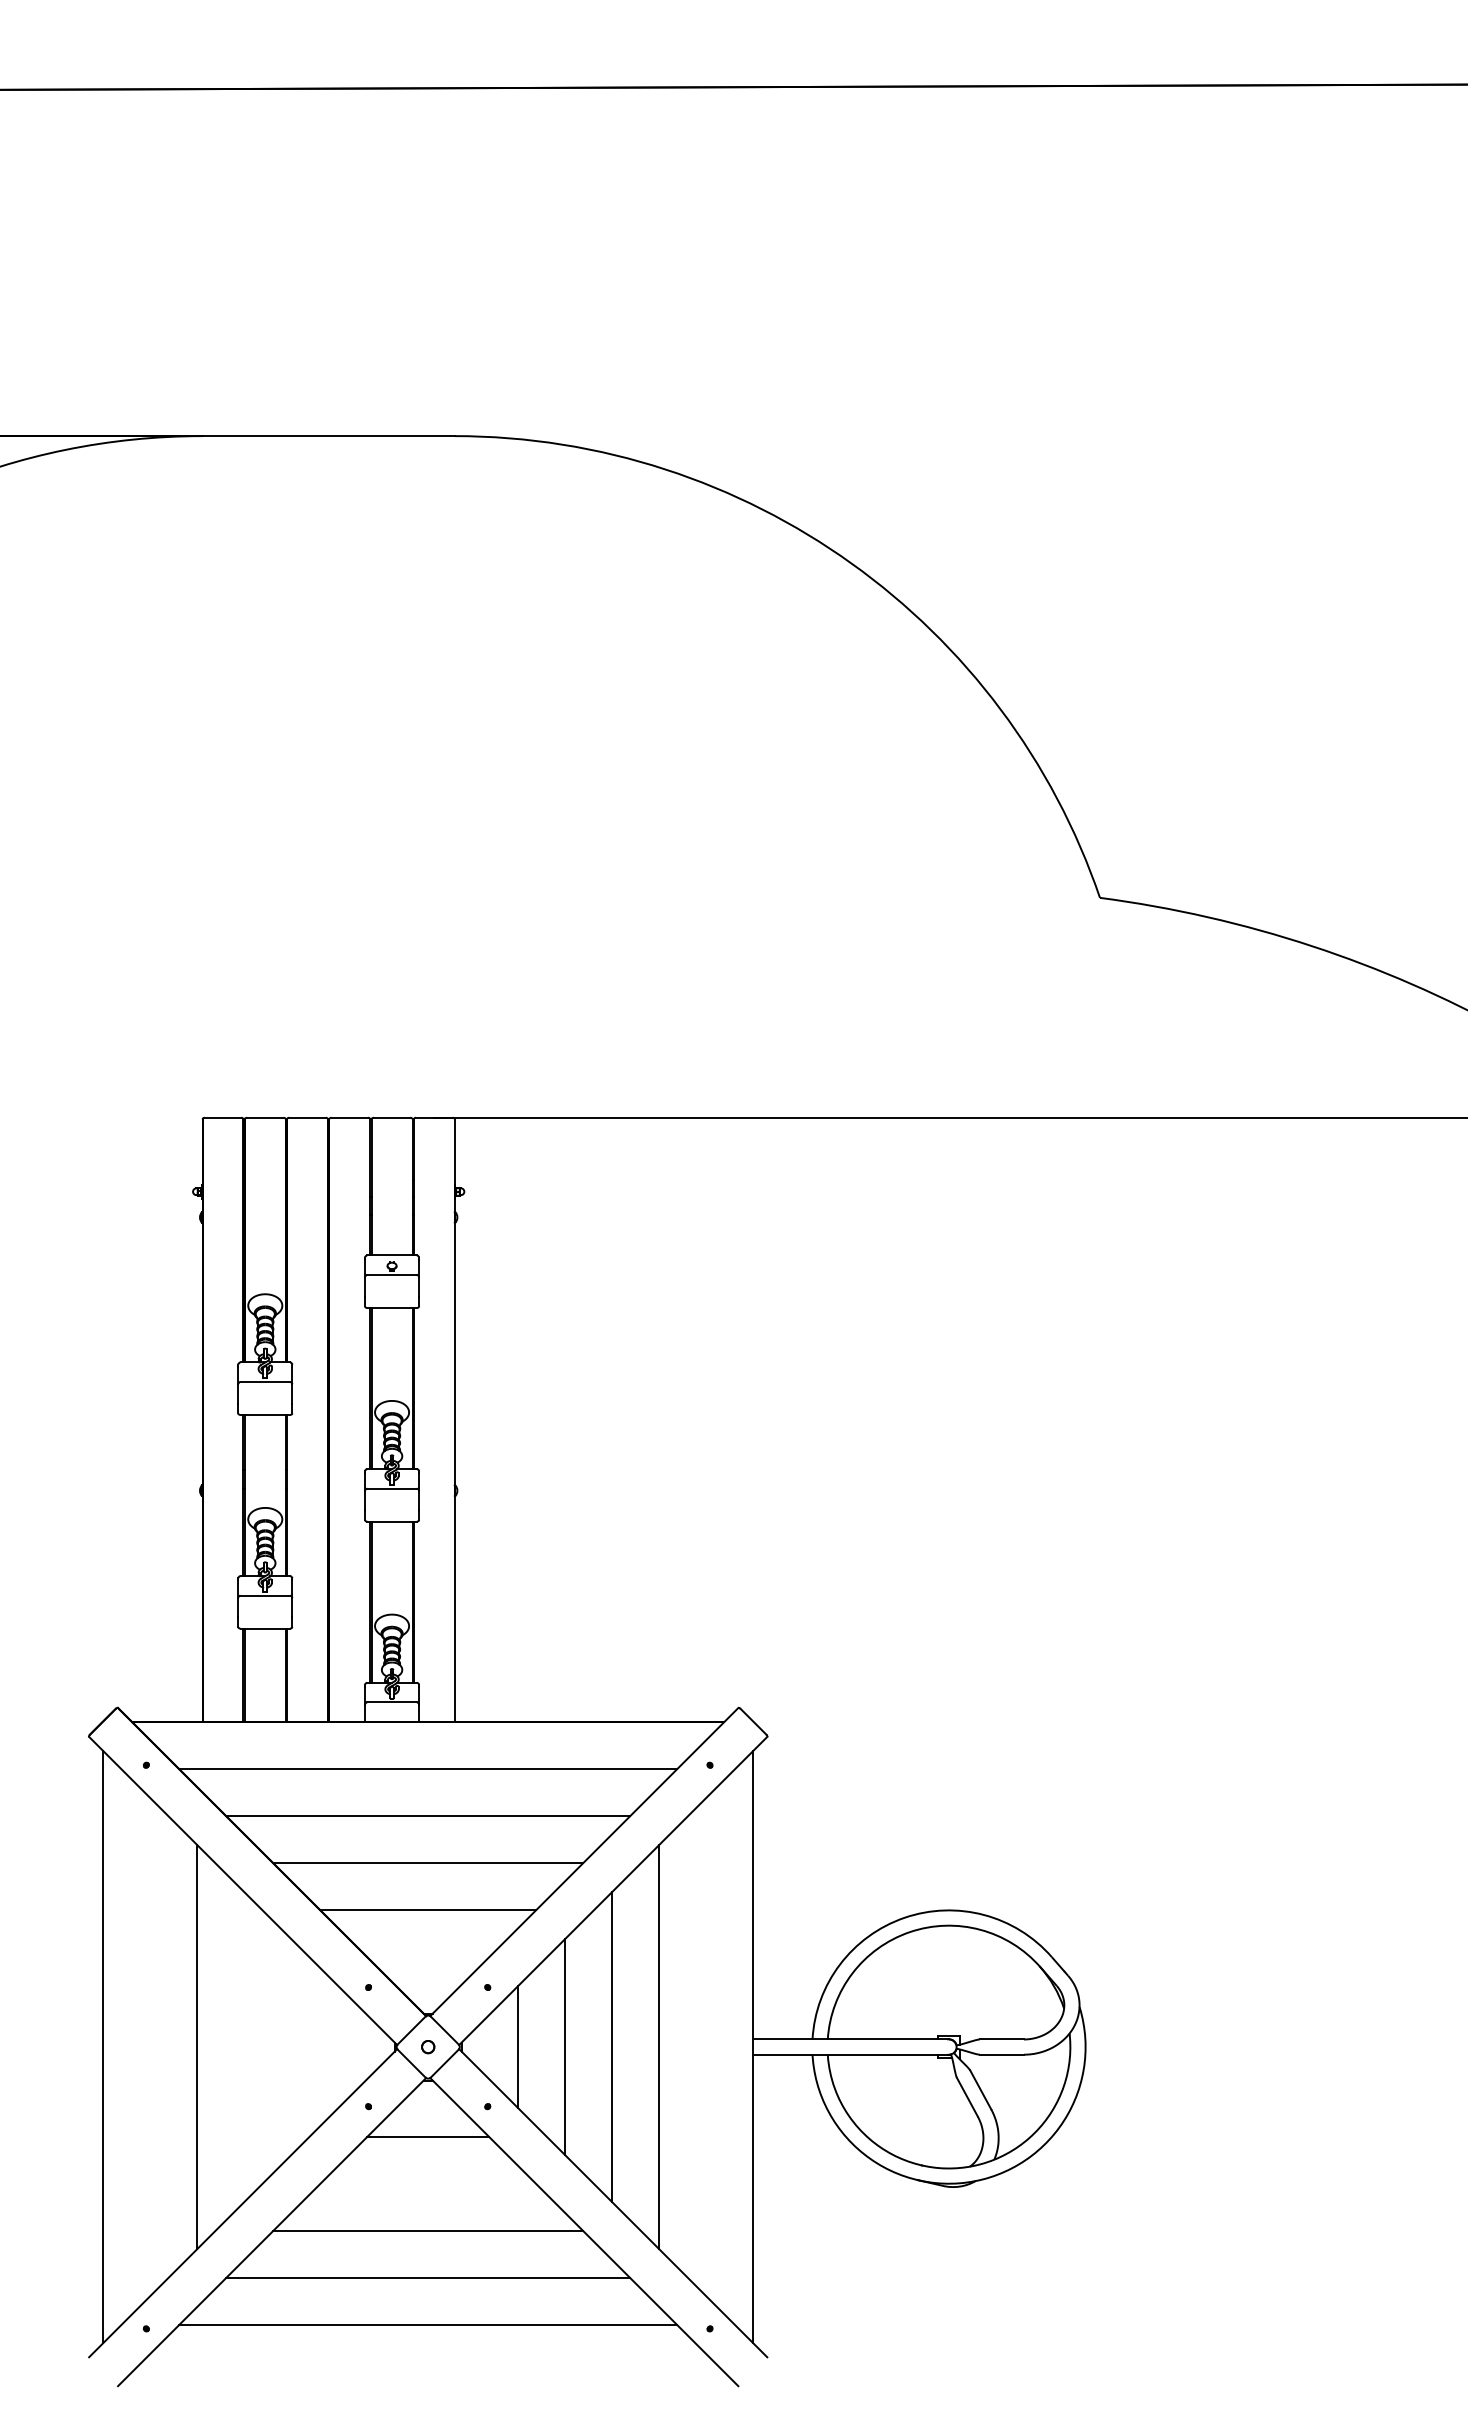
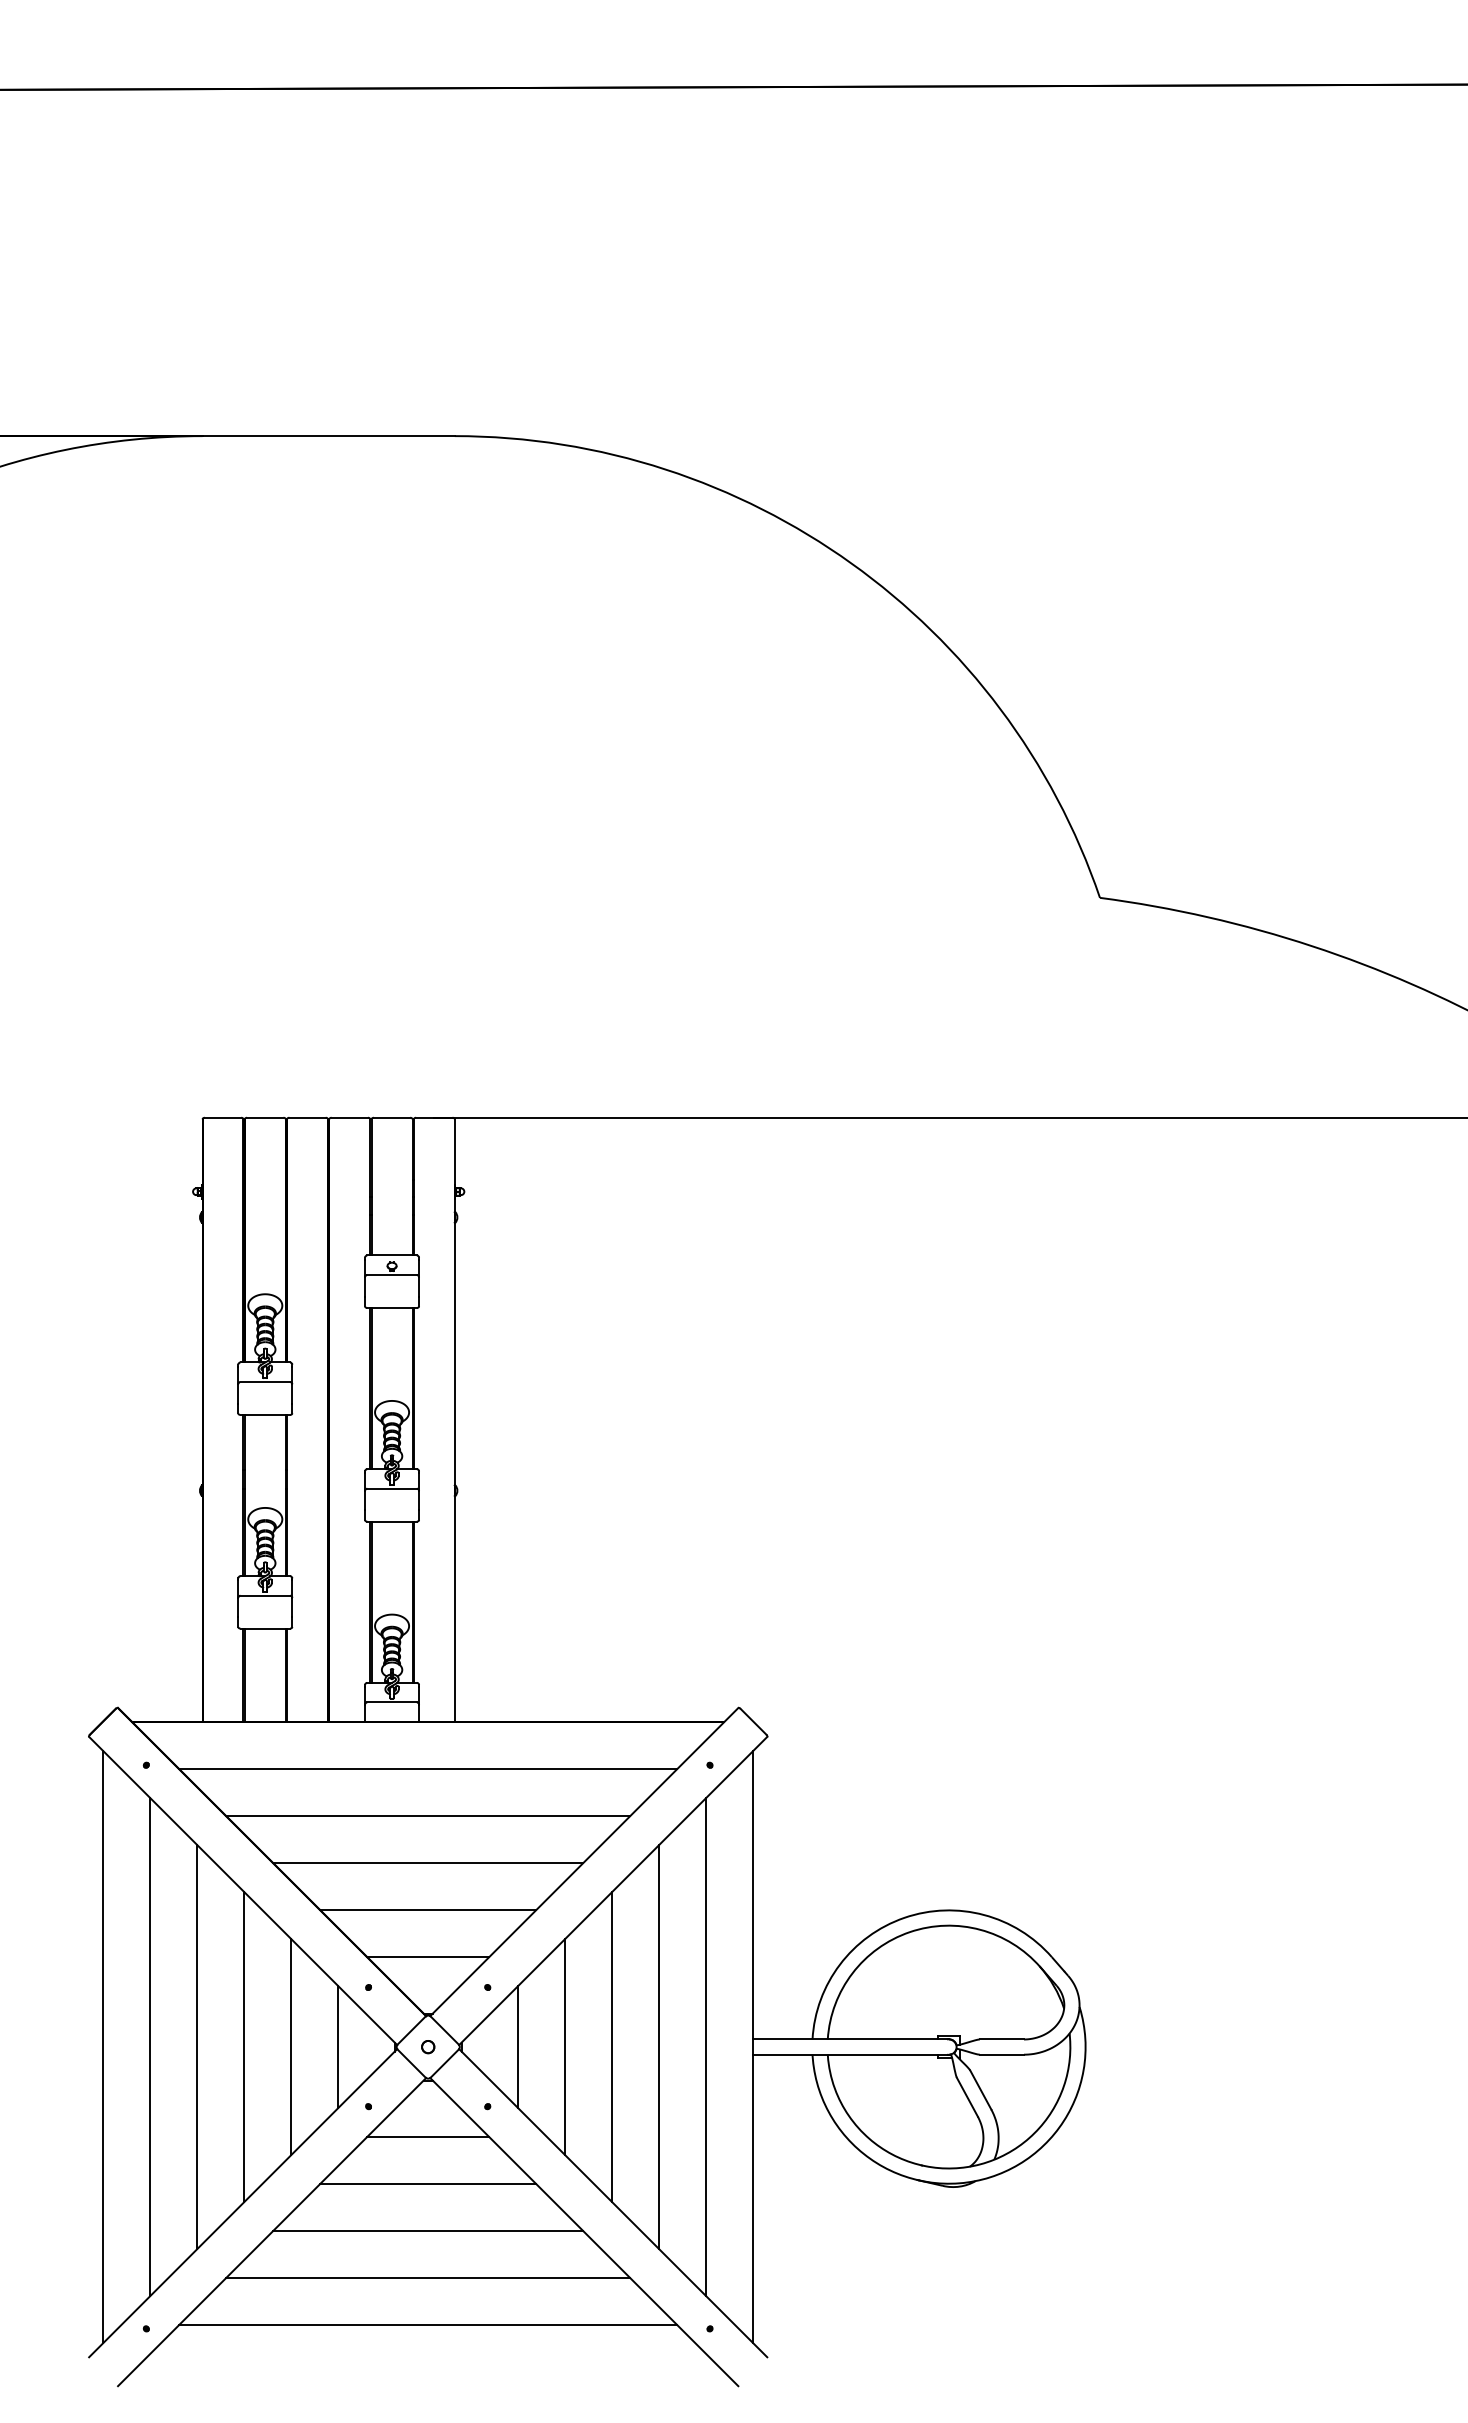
line at (428, 1957): none -> present
line at (150, 2046): none -> present
line at (338, 2046): none -> present
line at (706, 2046): none -> present
line at (244, 2047): none -> present
line at (291, 2047): none -> present
line at (428, 2183): none -> present
